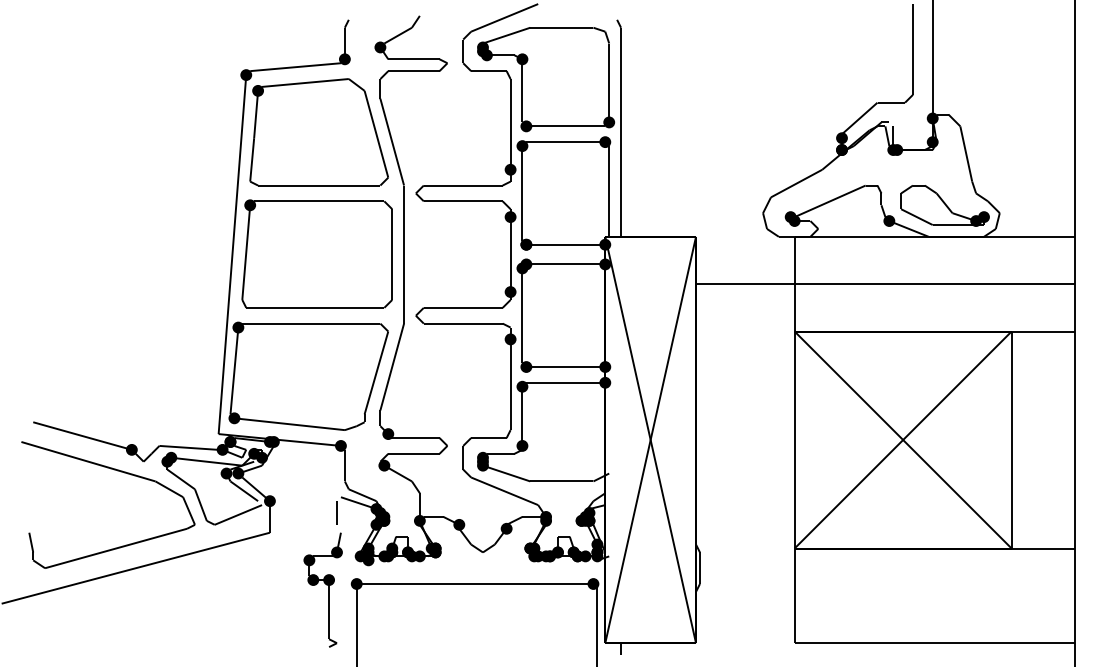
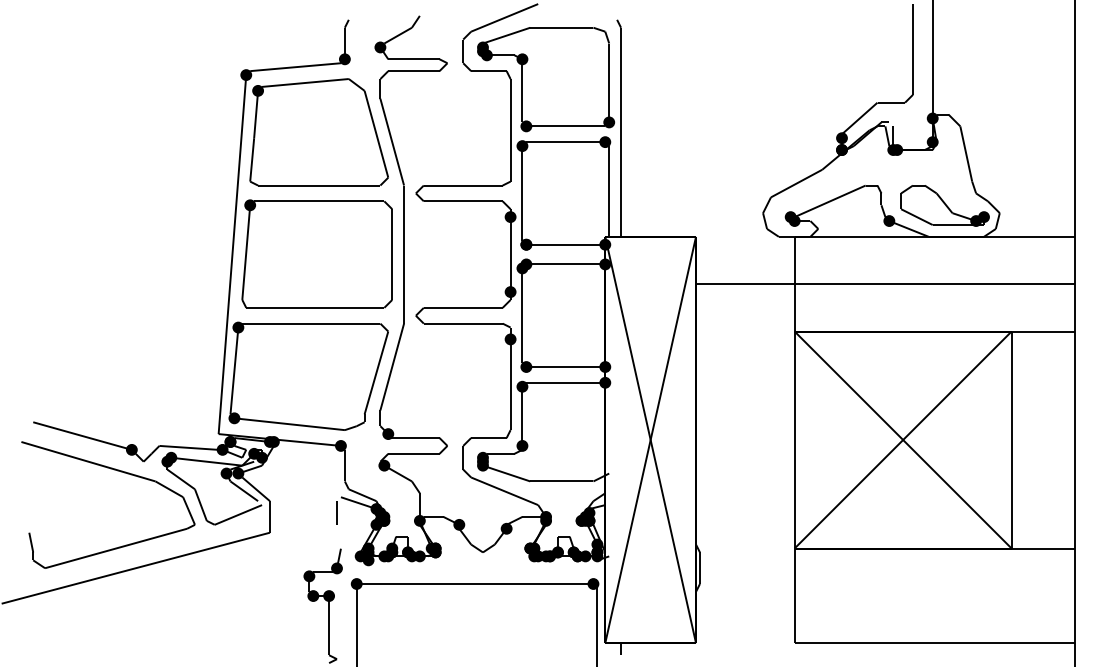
fill at (510, 169): present -> none
fill at (269, 501): present -> none
part at (322, 589) position: (322, 589) -> (322, 605)
